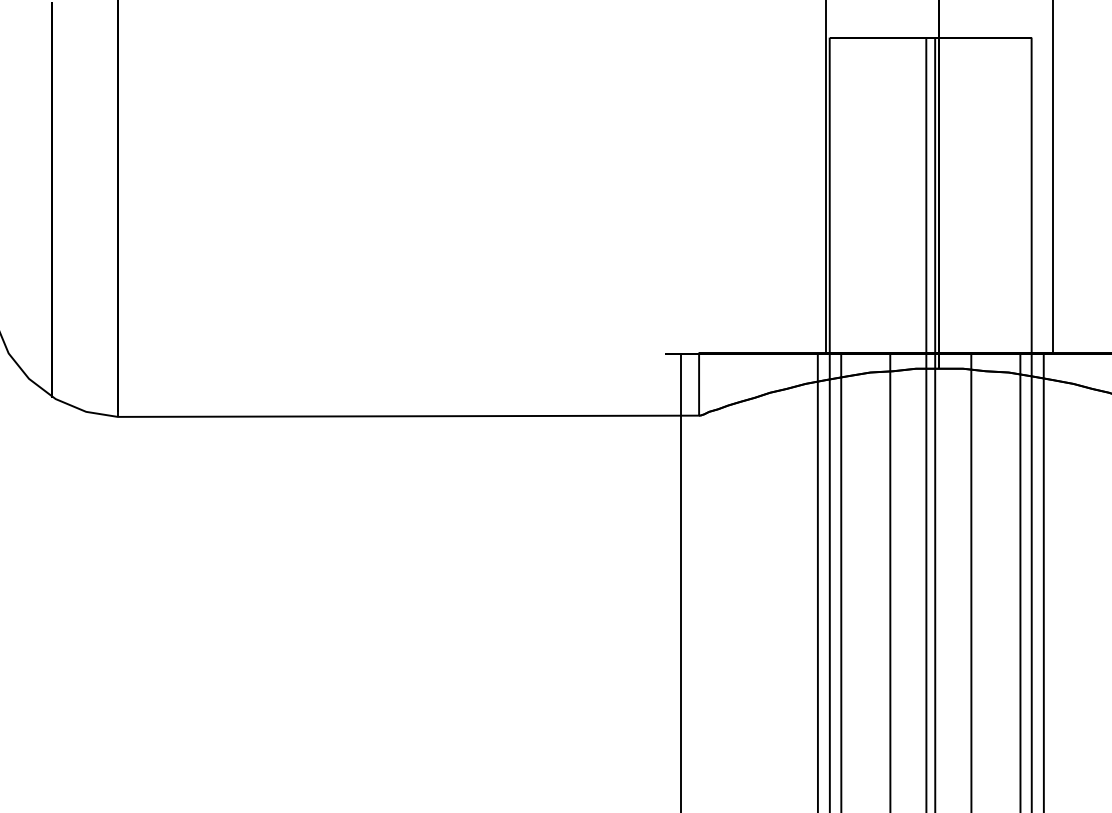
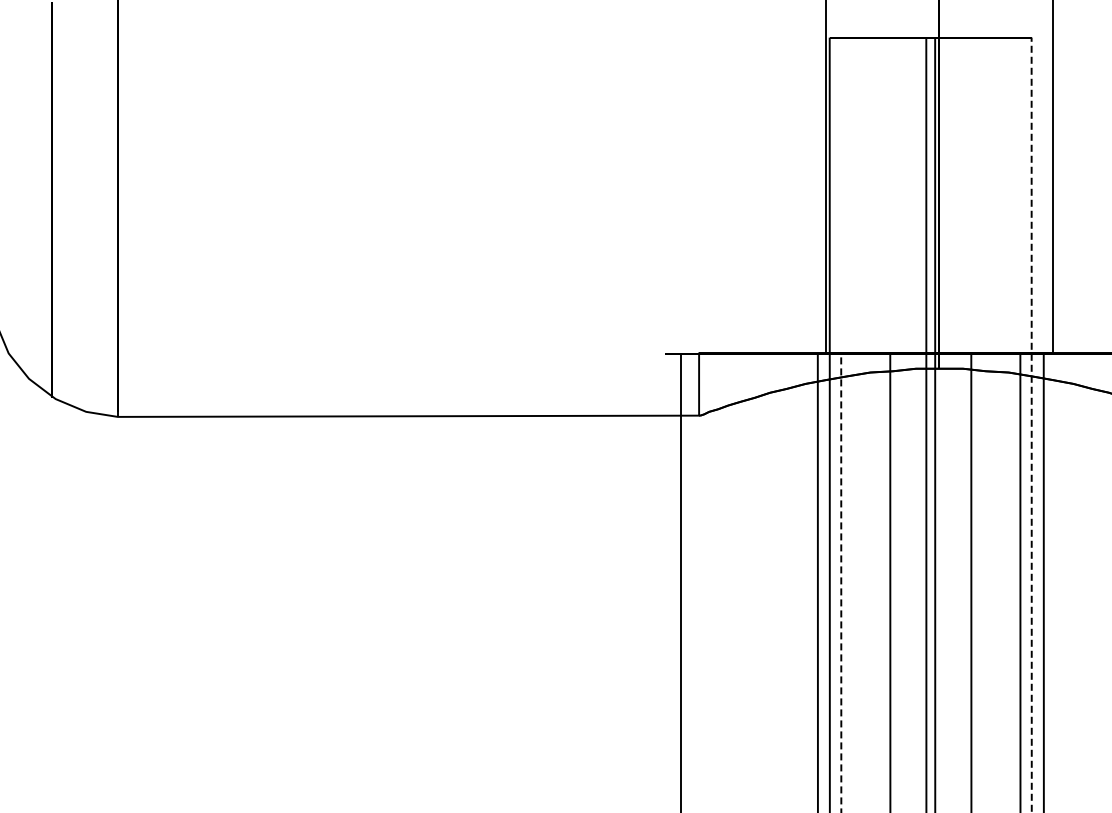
line at (1031, 424): solid -> dashed
line at (841, 582): solid -> dashed
